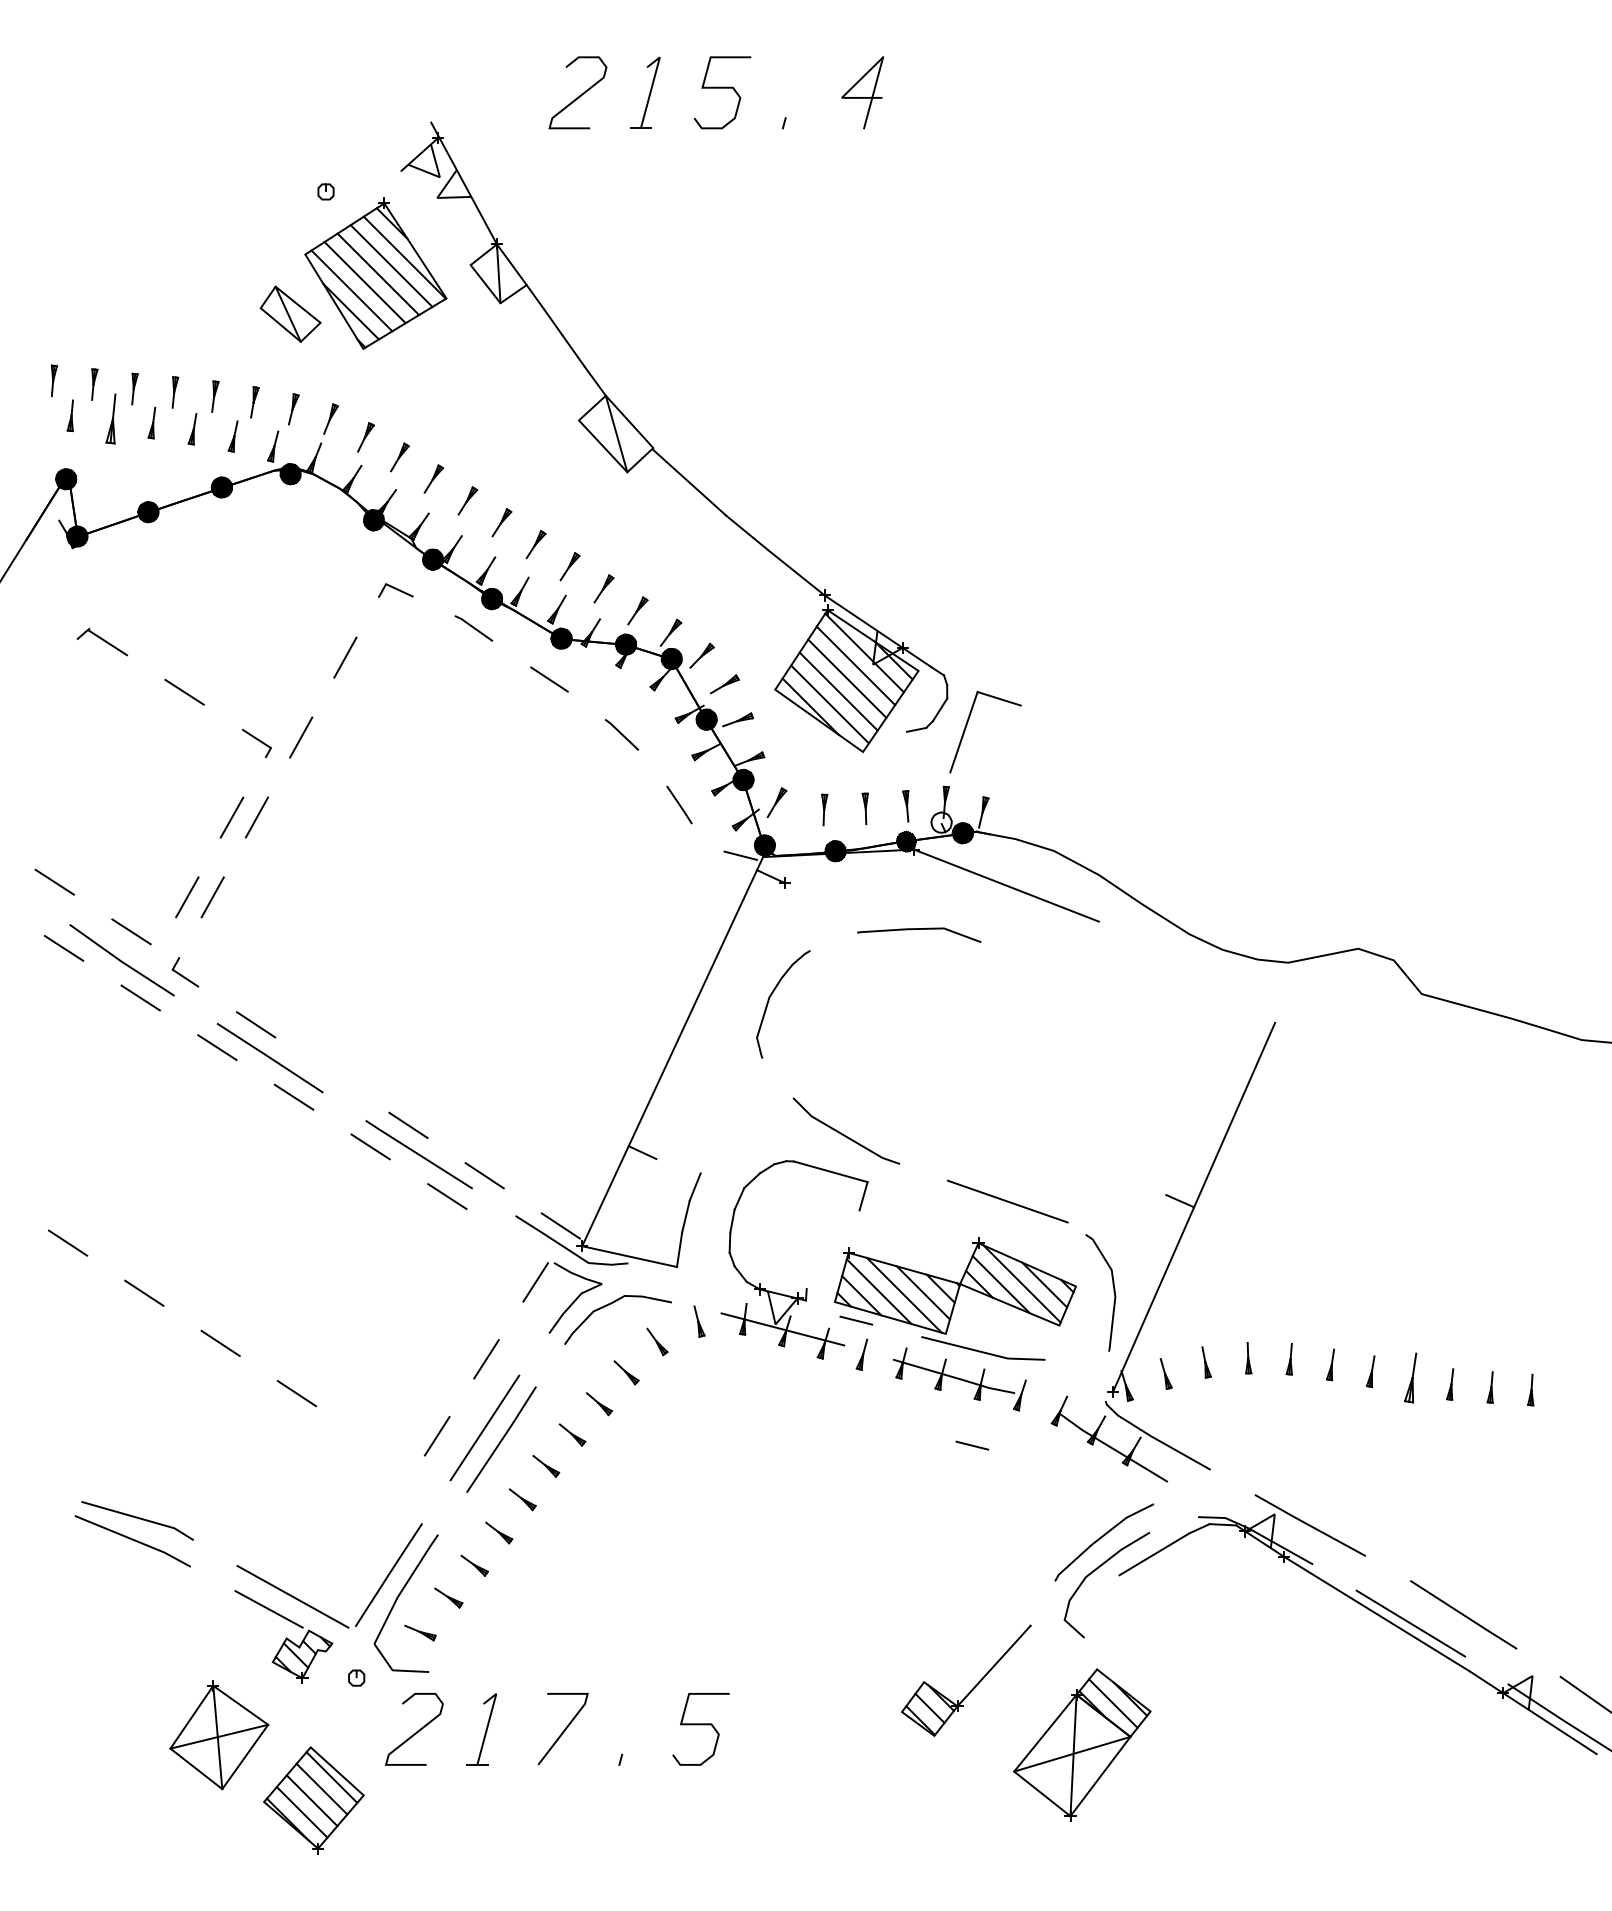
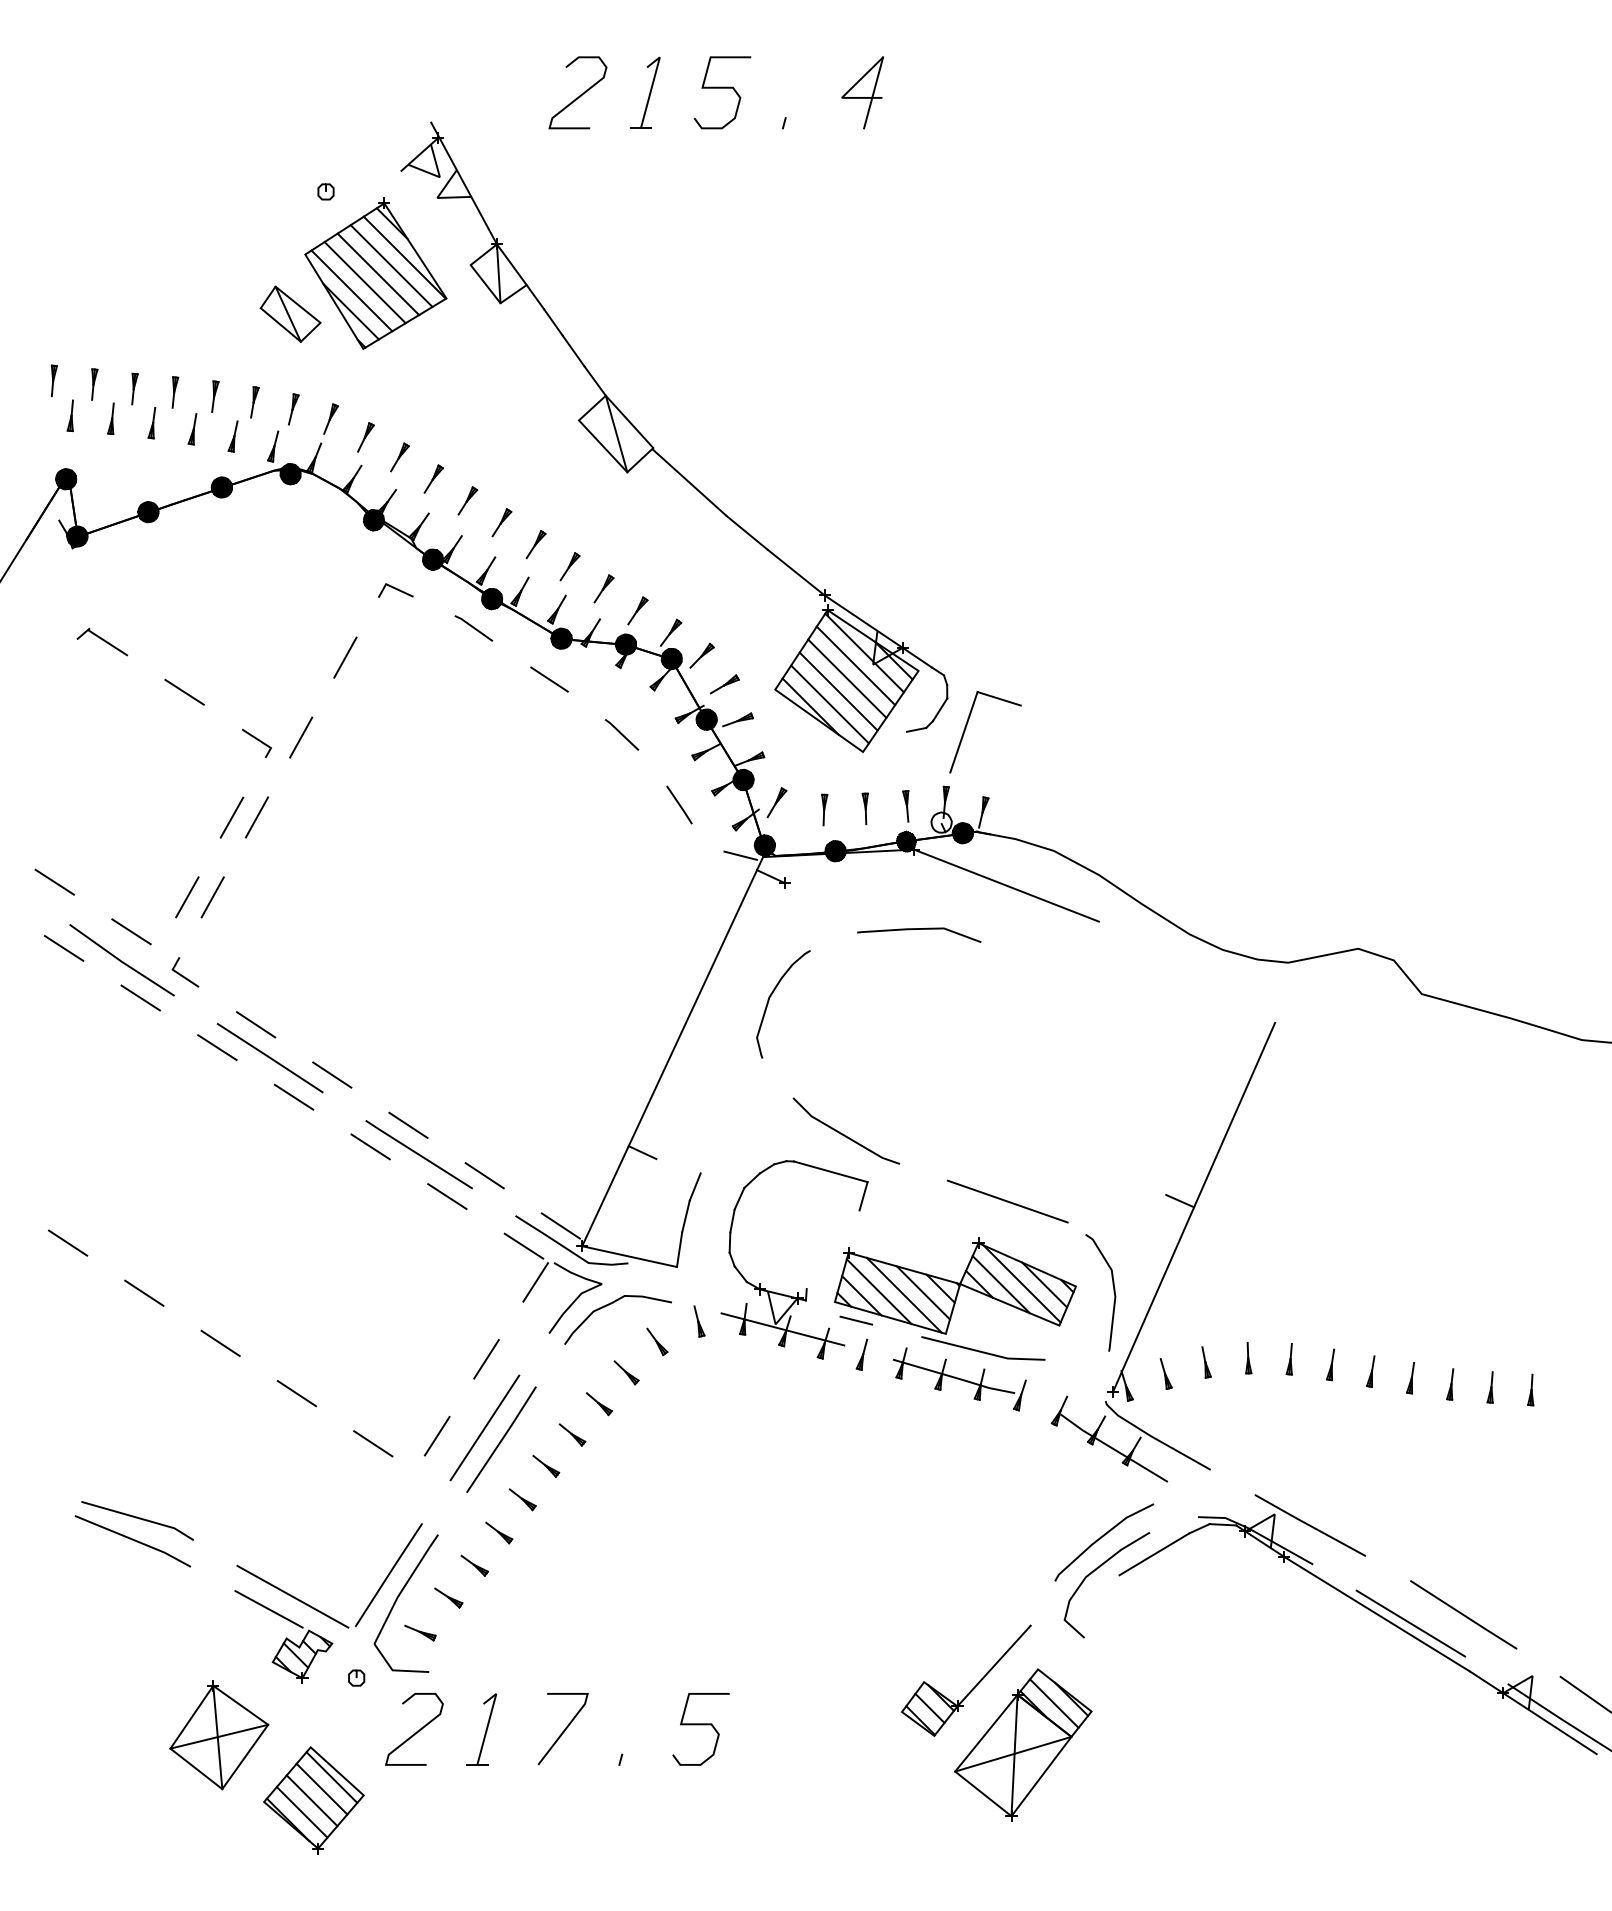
part at (110, 418) size: 12x52 px -> 8x33 px
line at (332, 1074): none -> present
line at (523, 1245): none -> present
part at (1410, 1377) size: 14x52 px -> 9x33 px
line at (373, 1443): none -> present
line at (972, 1445): present -> none
part at (1082, 1744) position: (1082, 1744) -> (1023, 1744)
